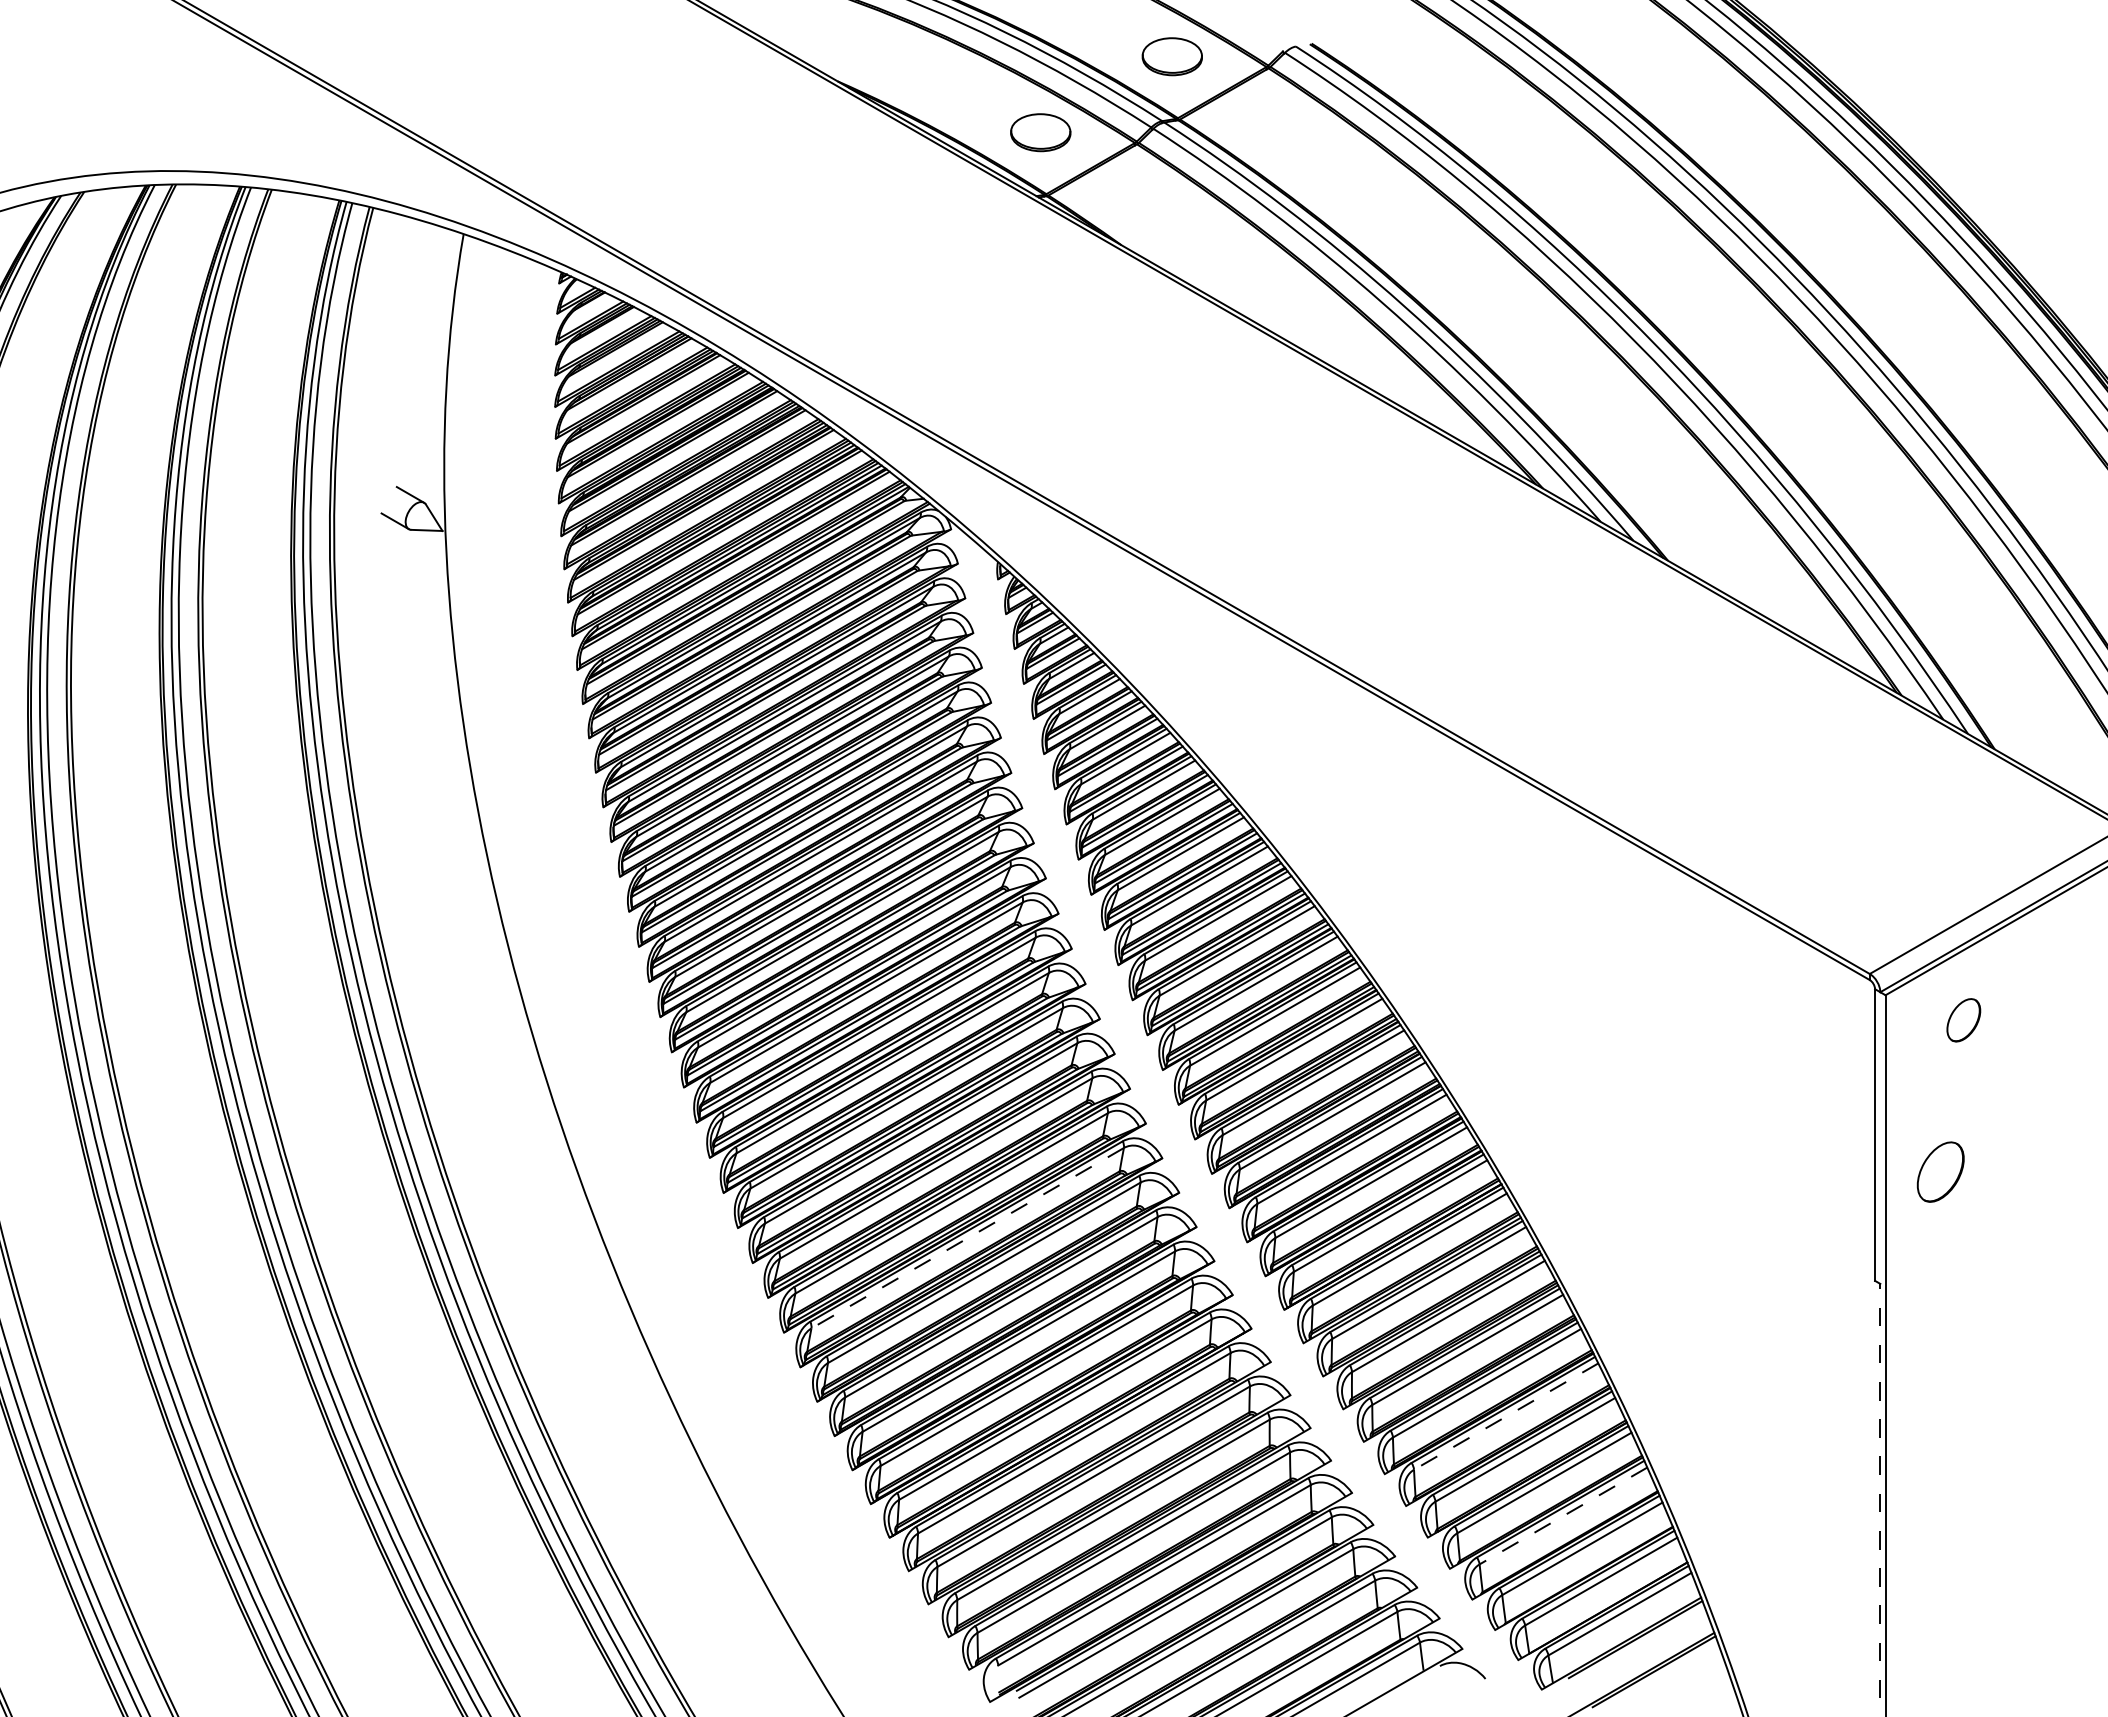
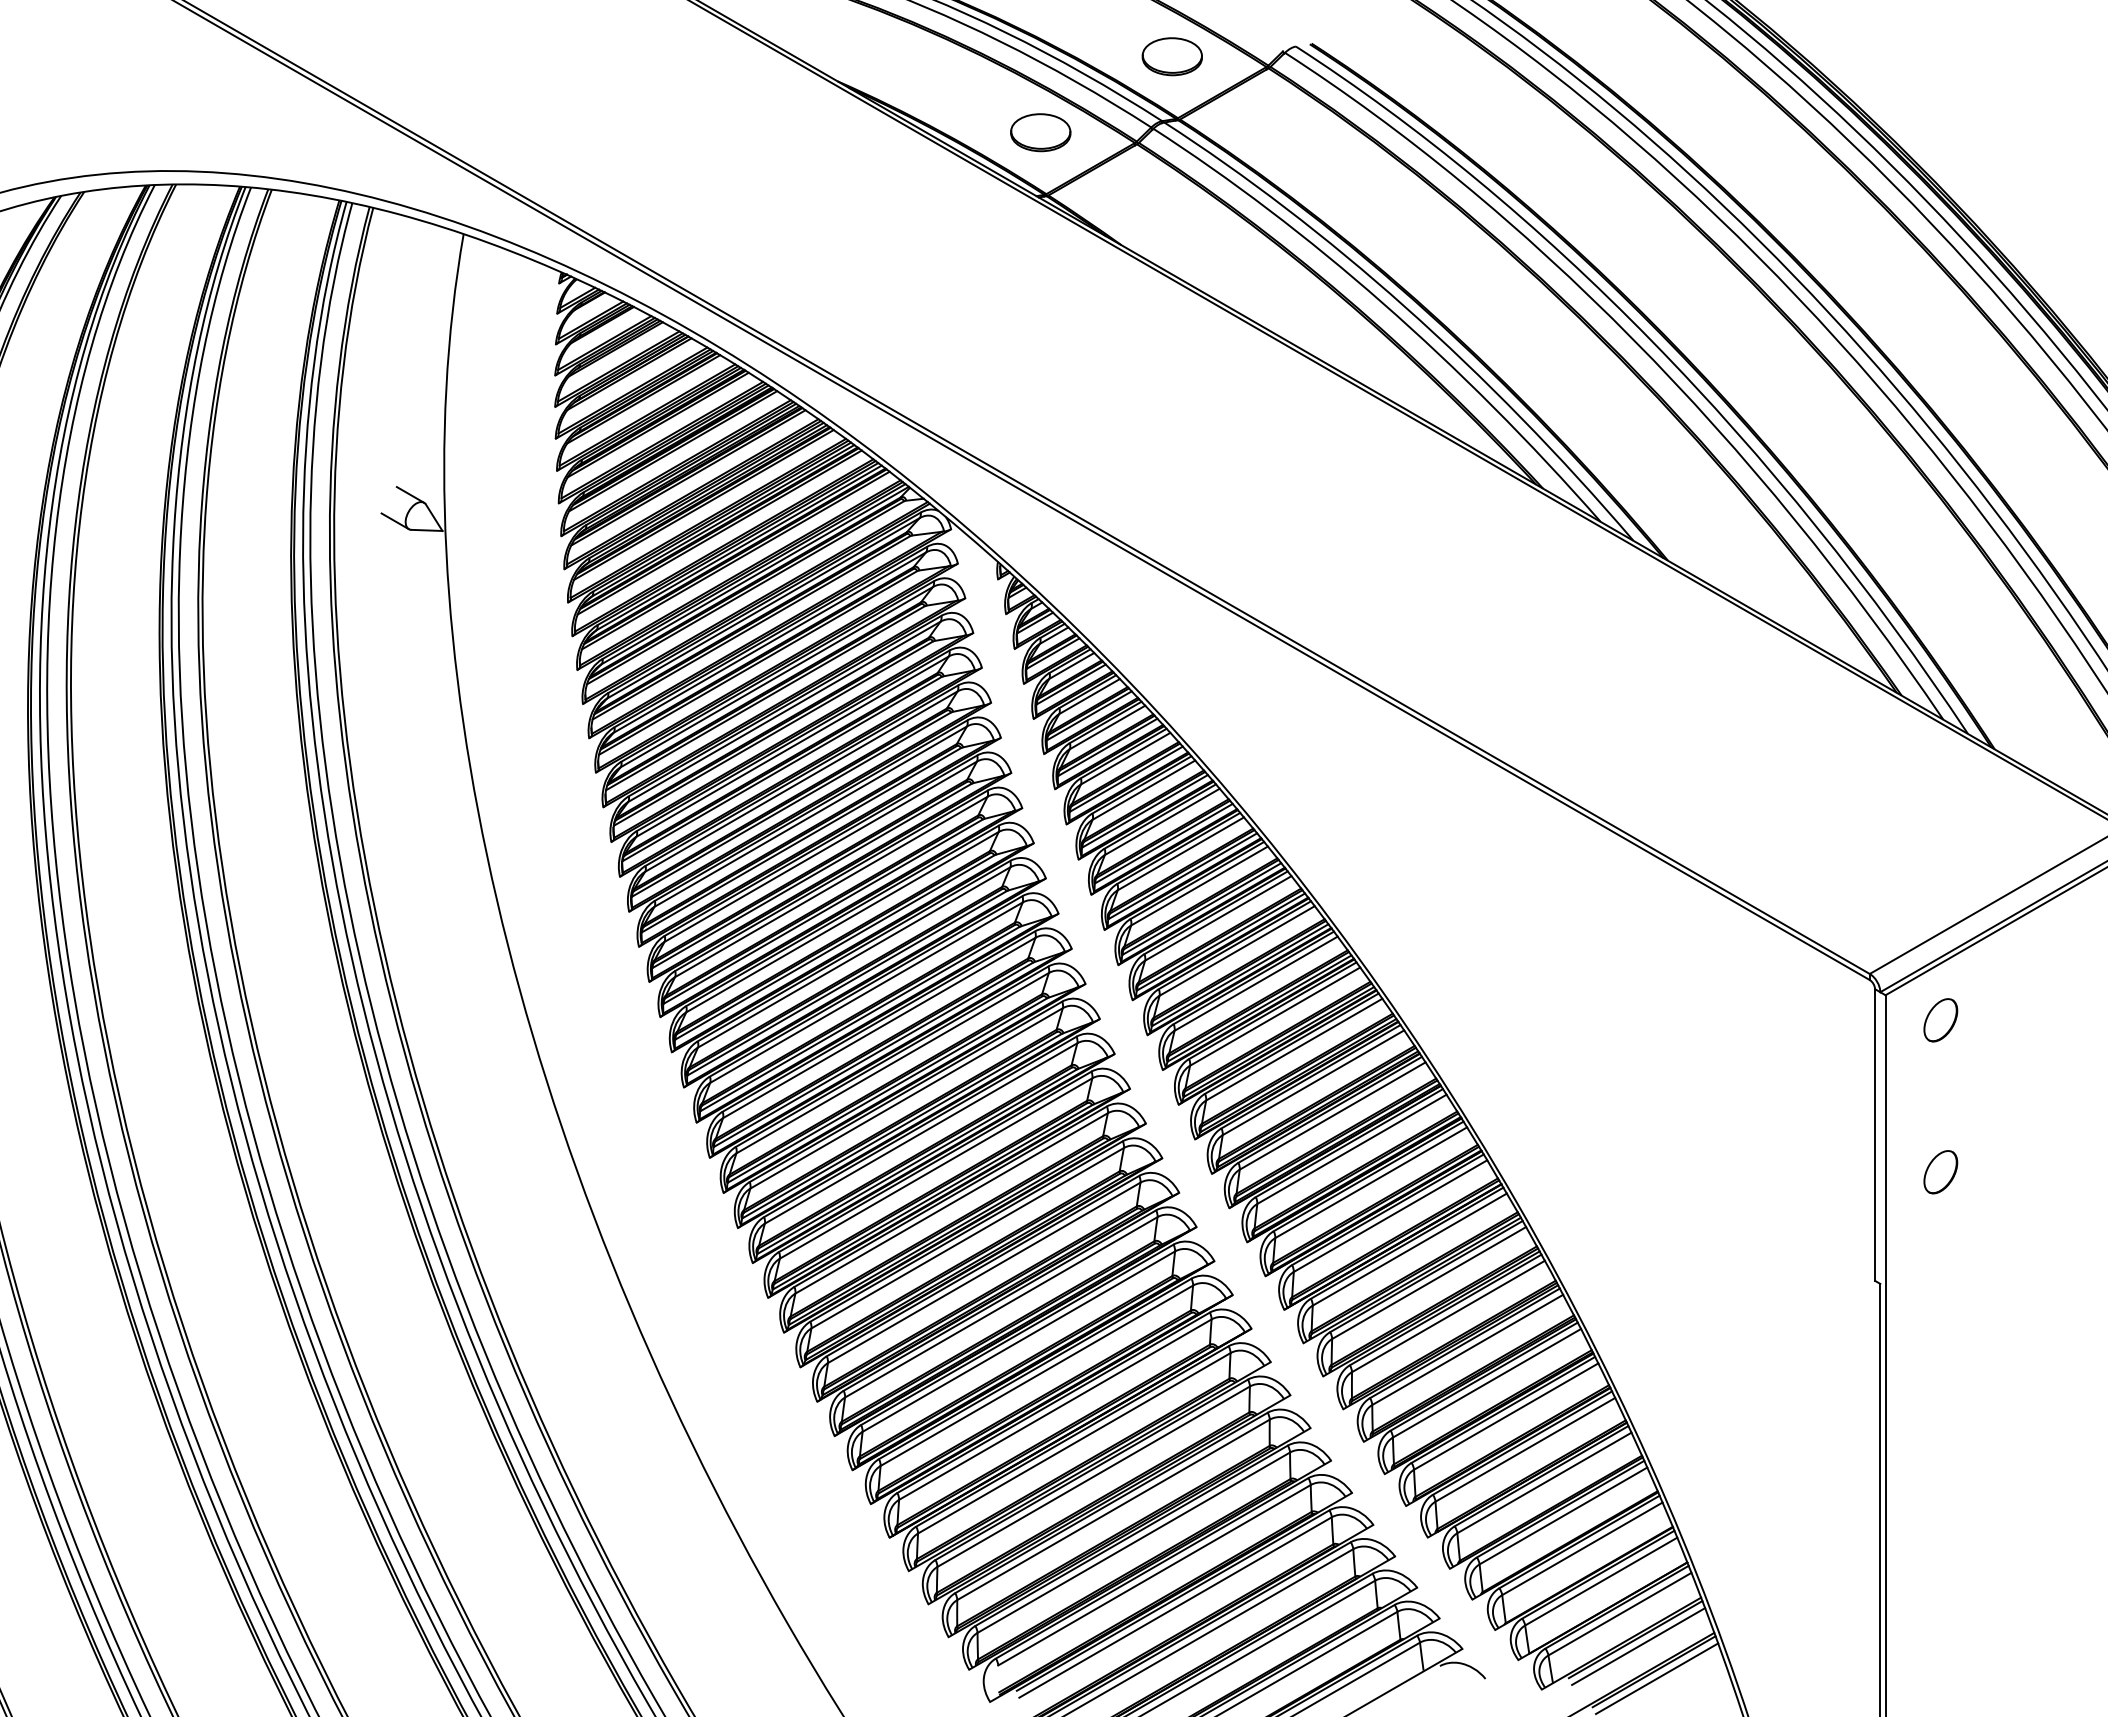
part at (1963, 1020) position: (1963, 1020) -> (1940, 1020)
part at (1940, 1171) size: 49x62 px -> 36x45 px
line at (967, 1238): dashed -> solid
line at (1505, 1416): dashed -> solid
line at (1880, 1499): dashed -> solid
line at (1563, 1515): dashed -> solid
line at (1638, 1646): none -> present
line at (1657, 1678): none -> present
